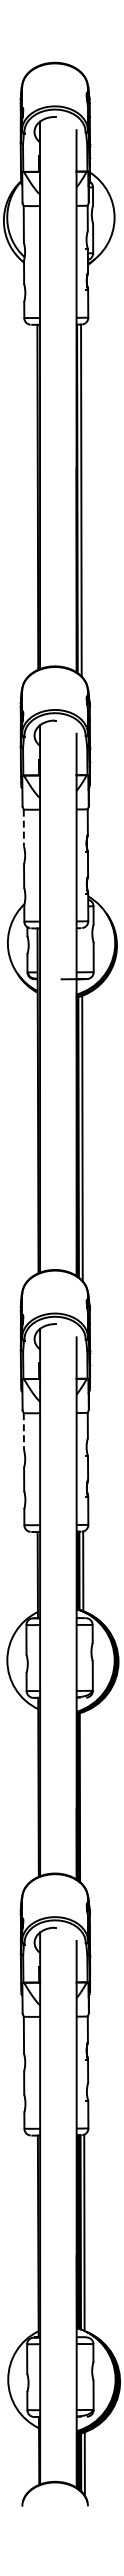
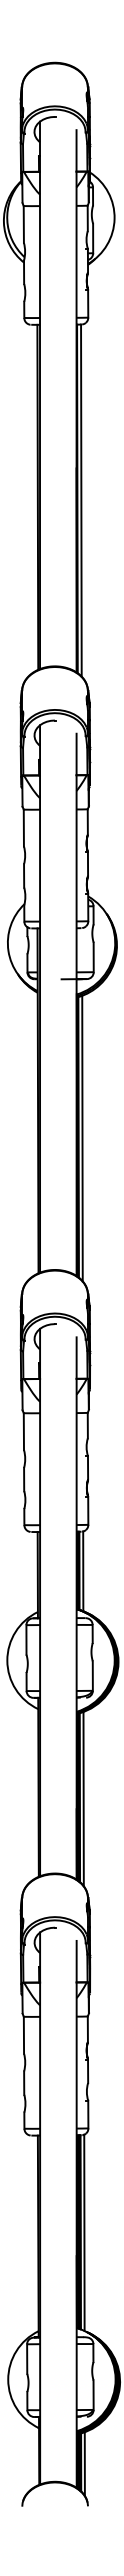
line at (23, 828): dashed -> solid
line at (23, 1432): dashed -> solid
line at (83, 1799): none -> present
